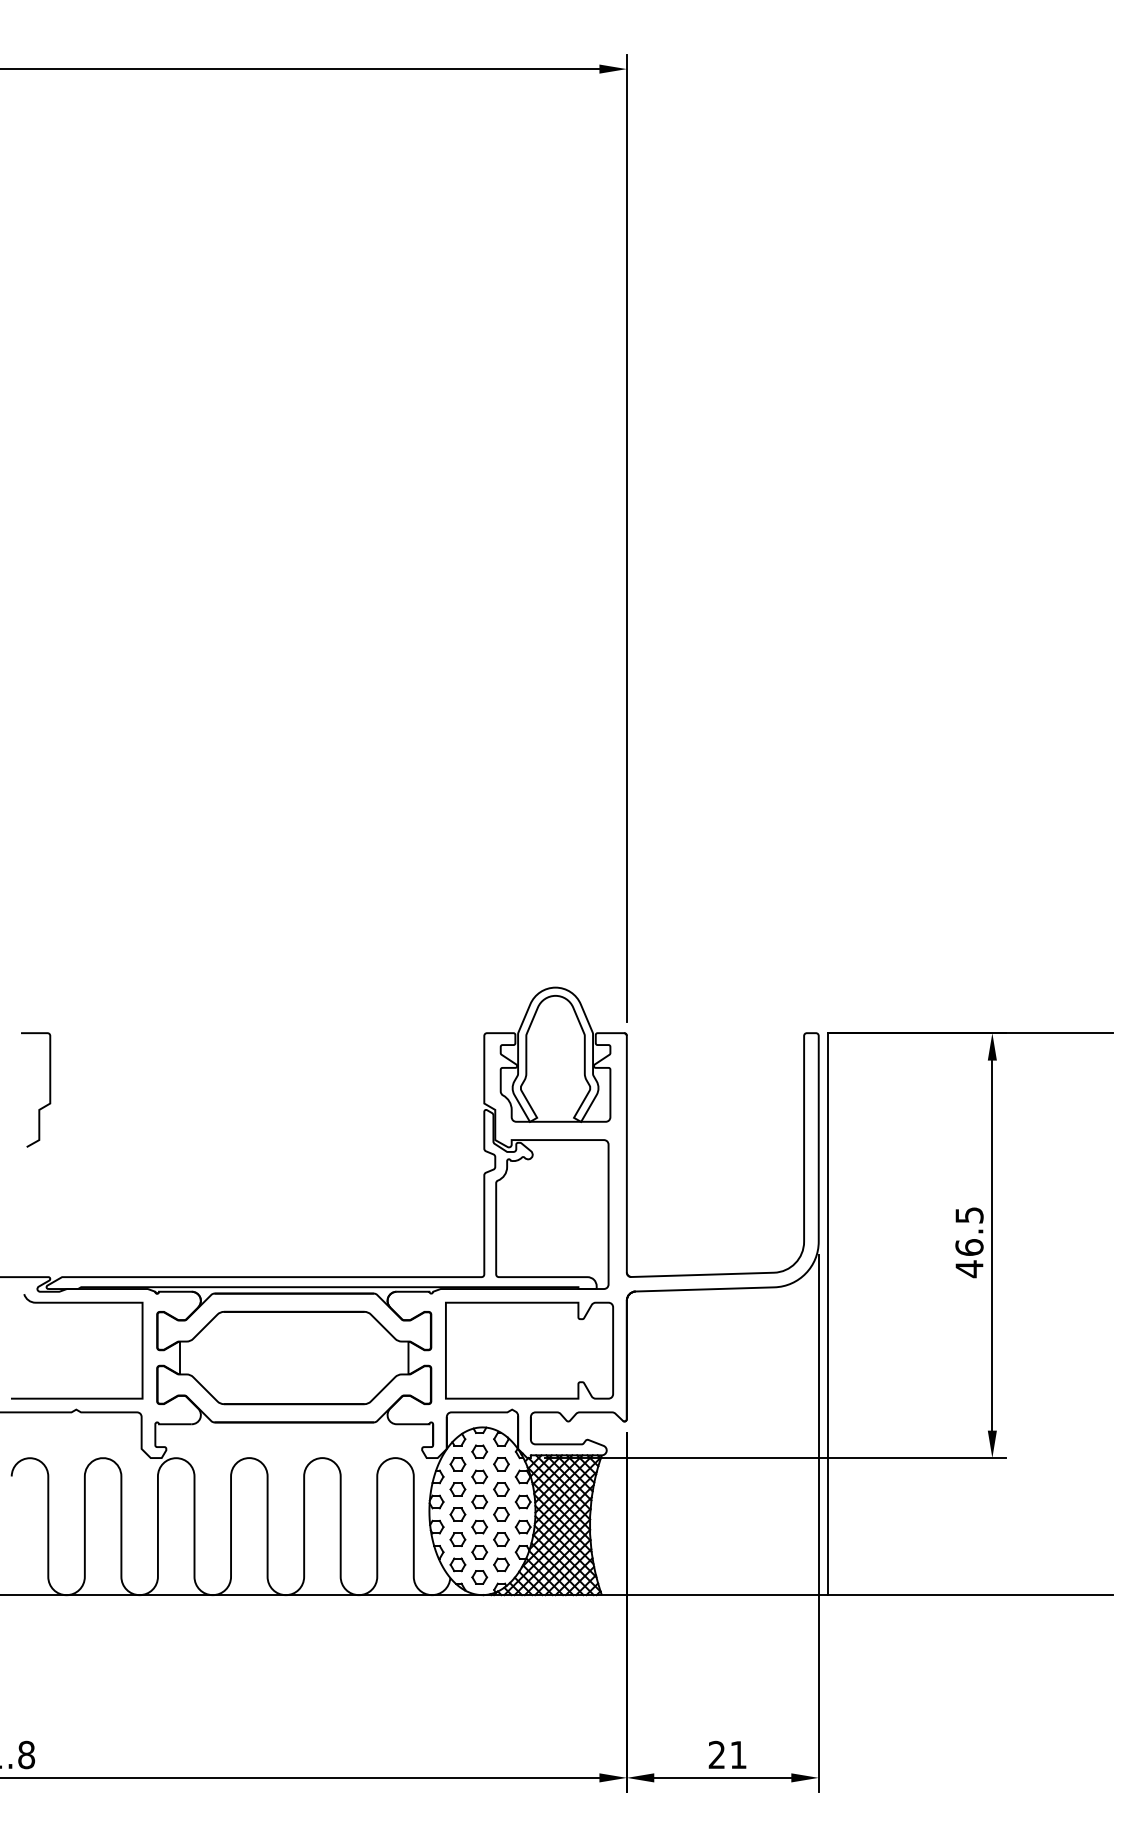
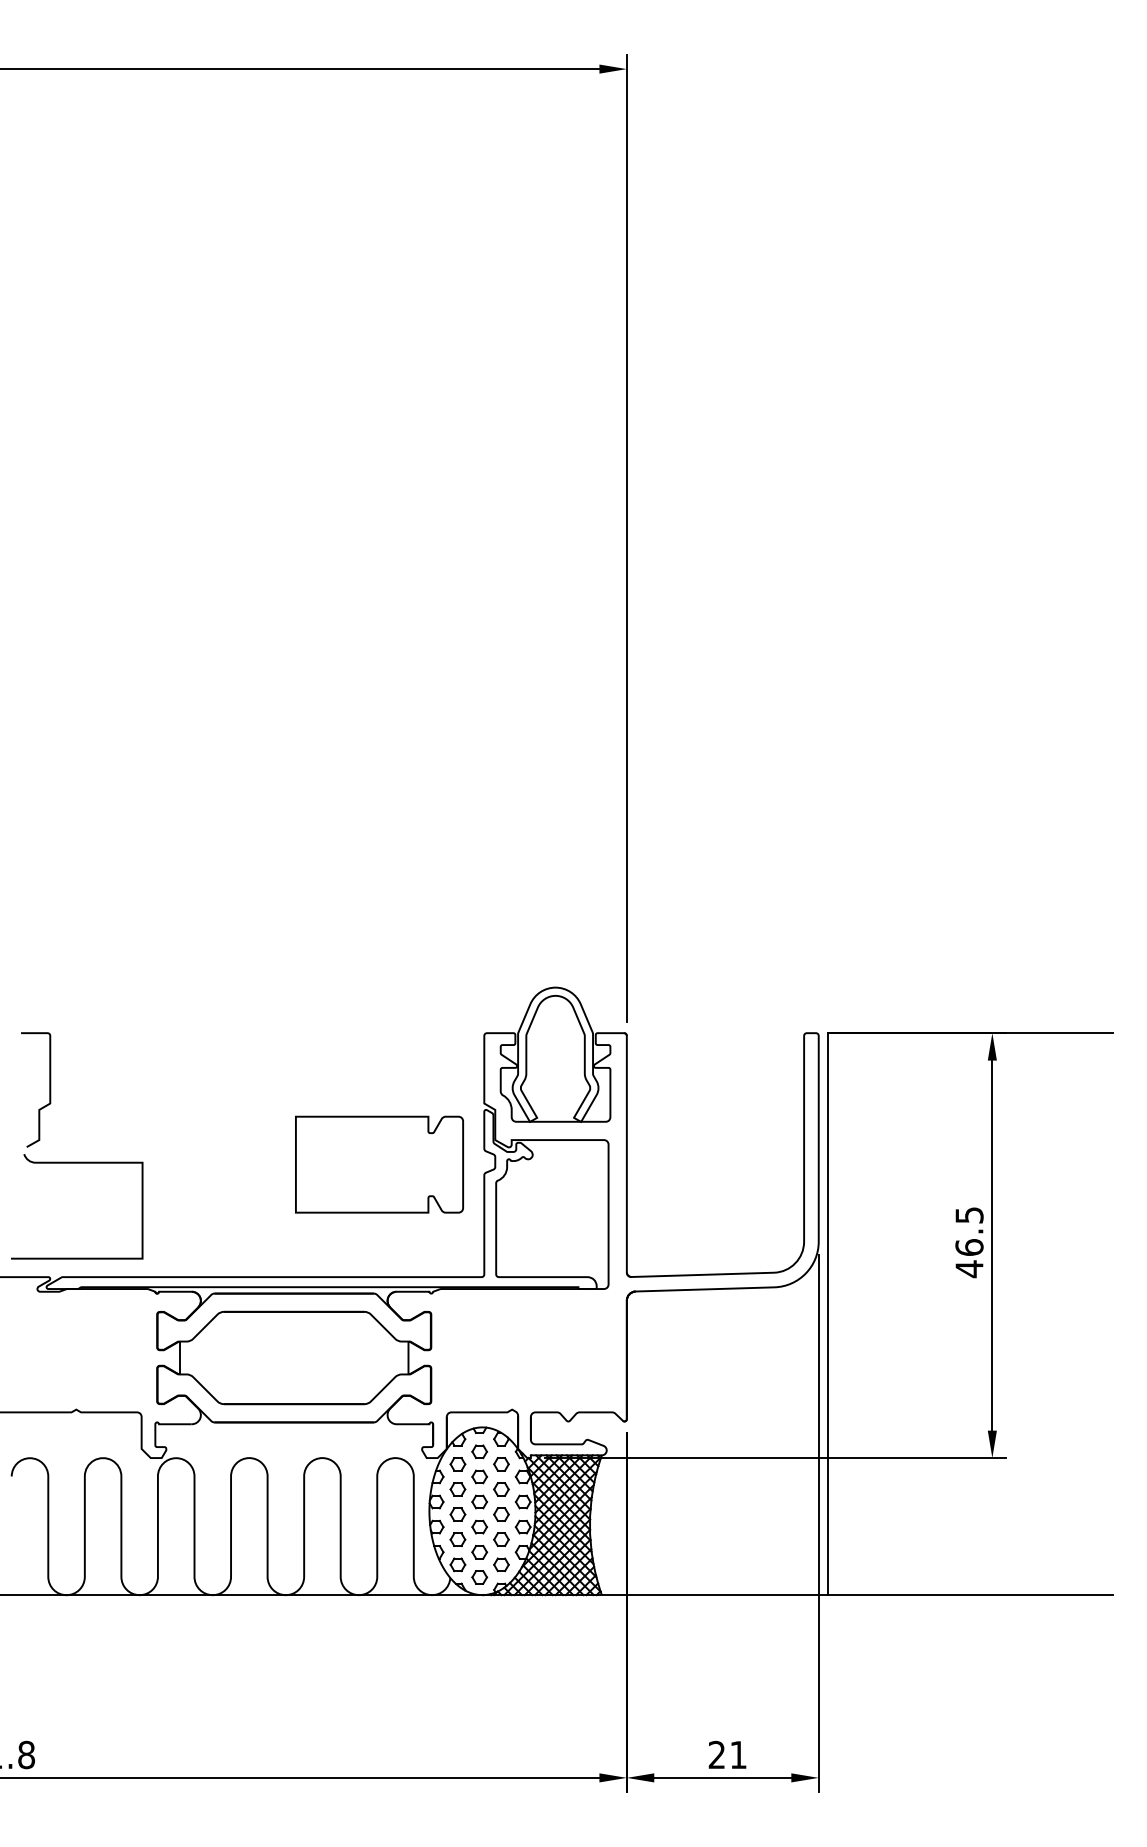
curve at (77, 1303) position: (77, 1303) -> (77, 1163)
part at (529, 1350) position: (529, 1350) -> (379, 1164)
